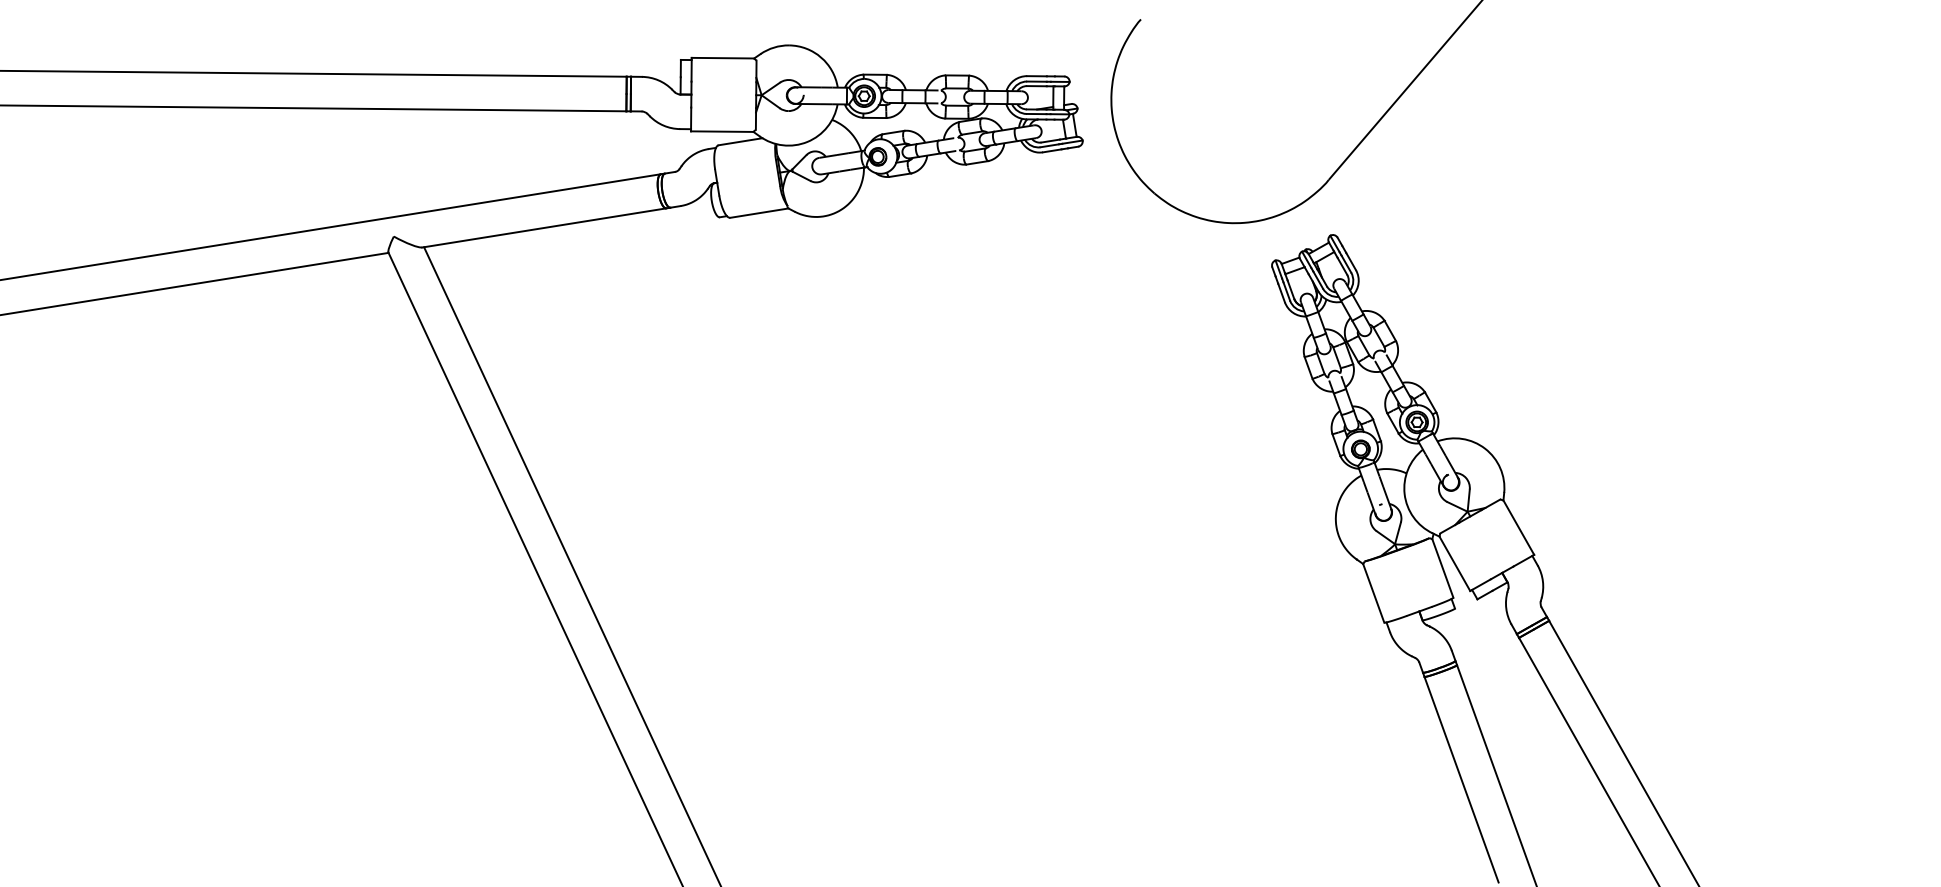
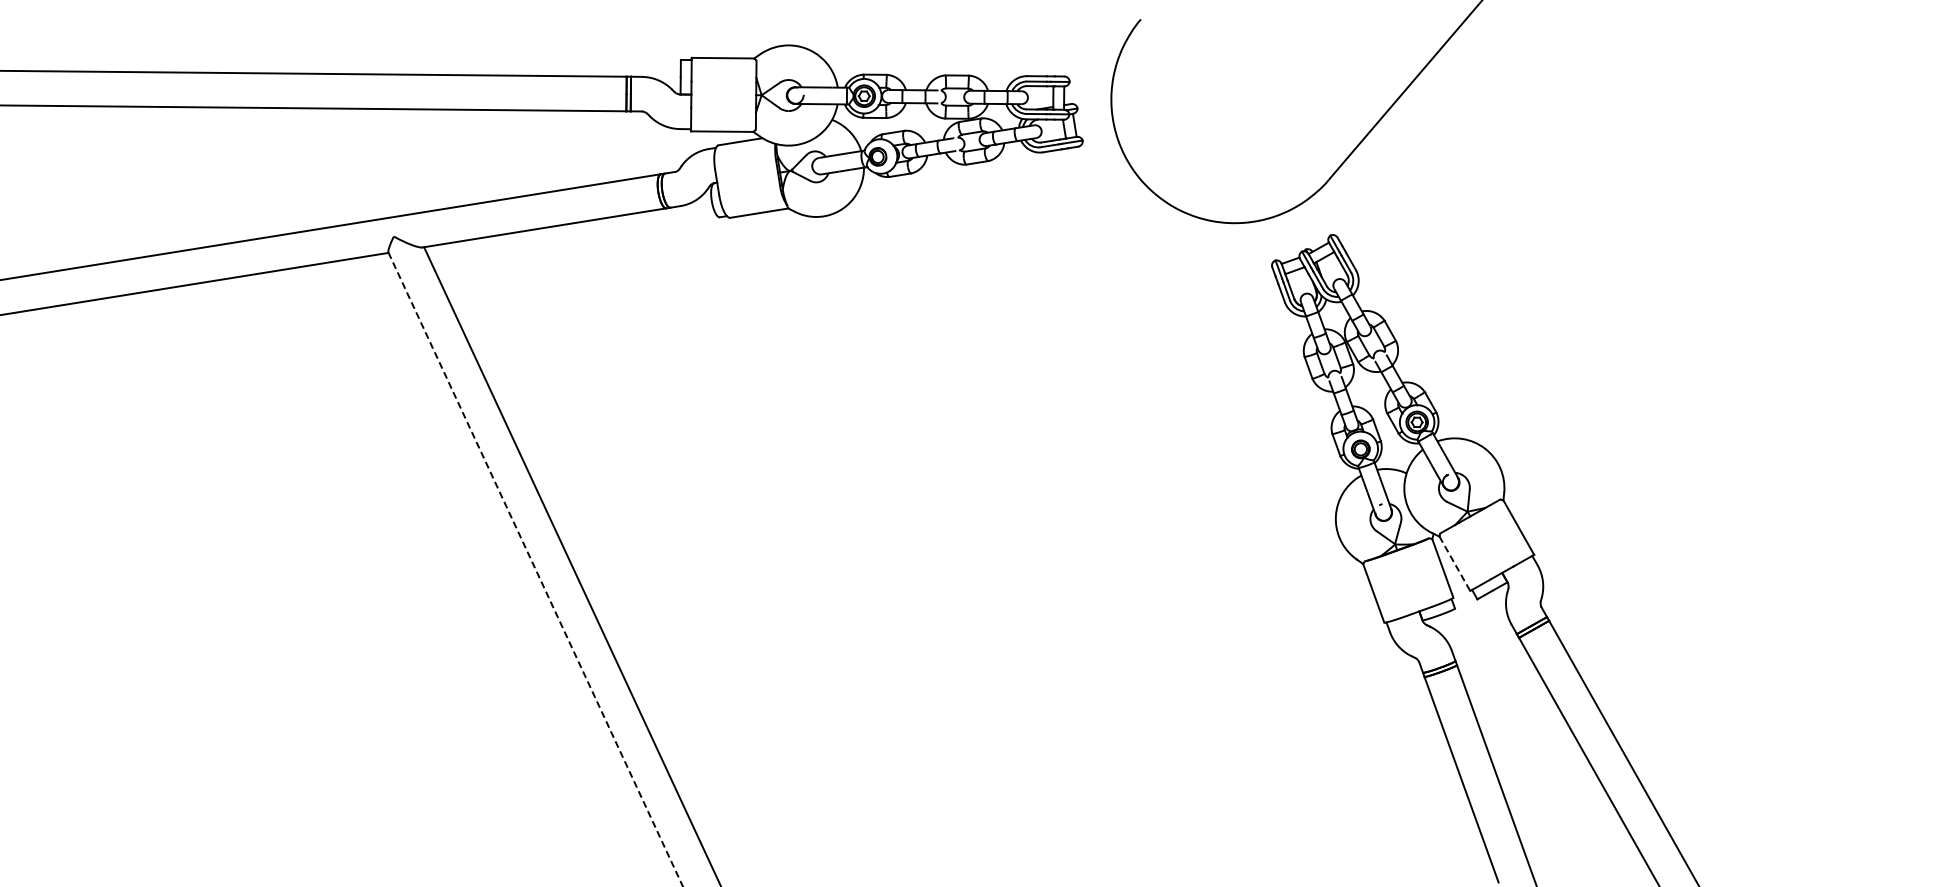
line at (1455, 564): solid -> dashed
line at (535, 569): solid -> dashed
